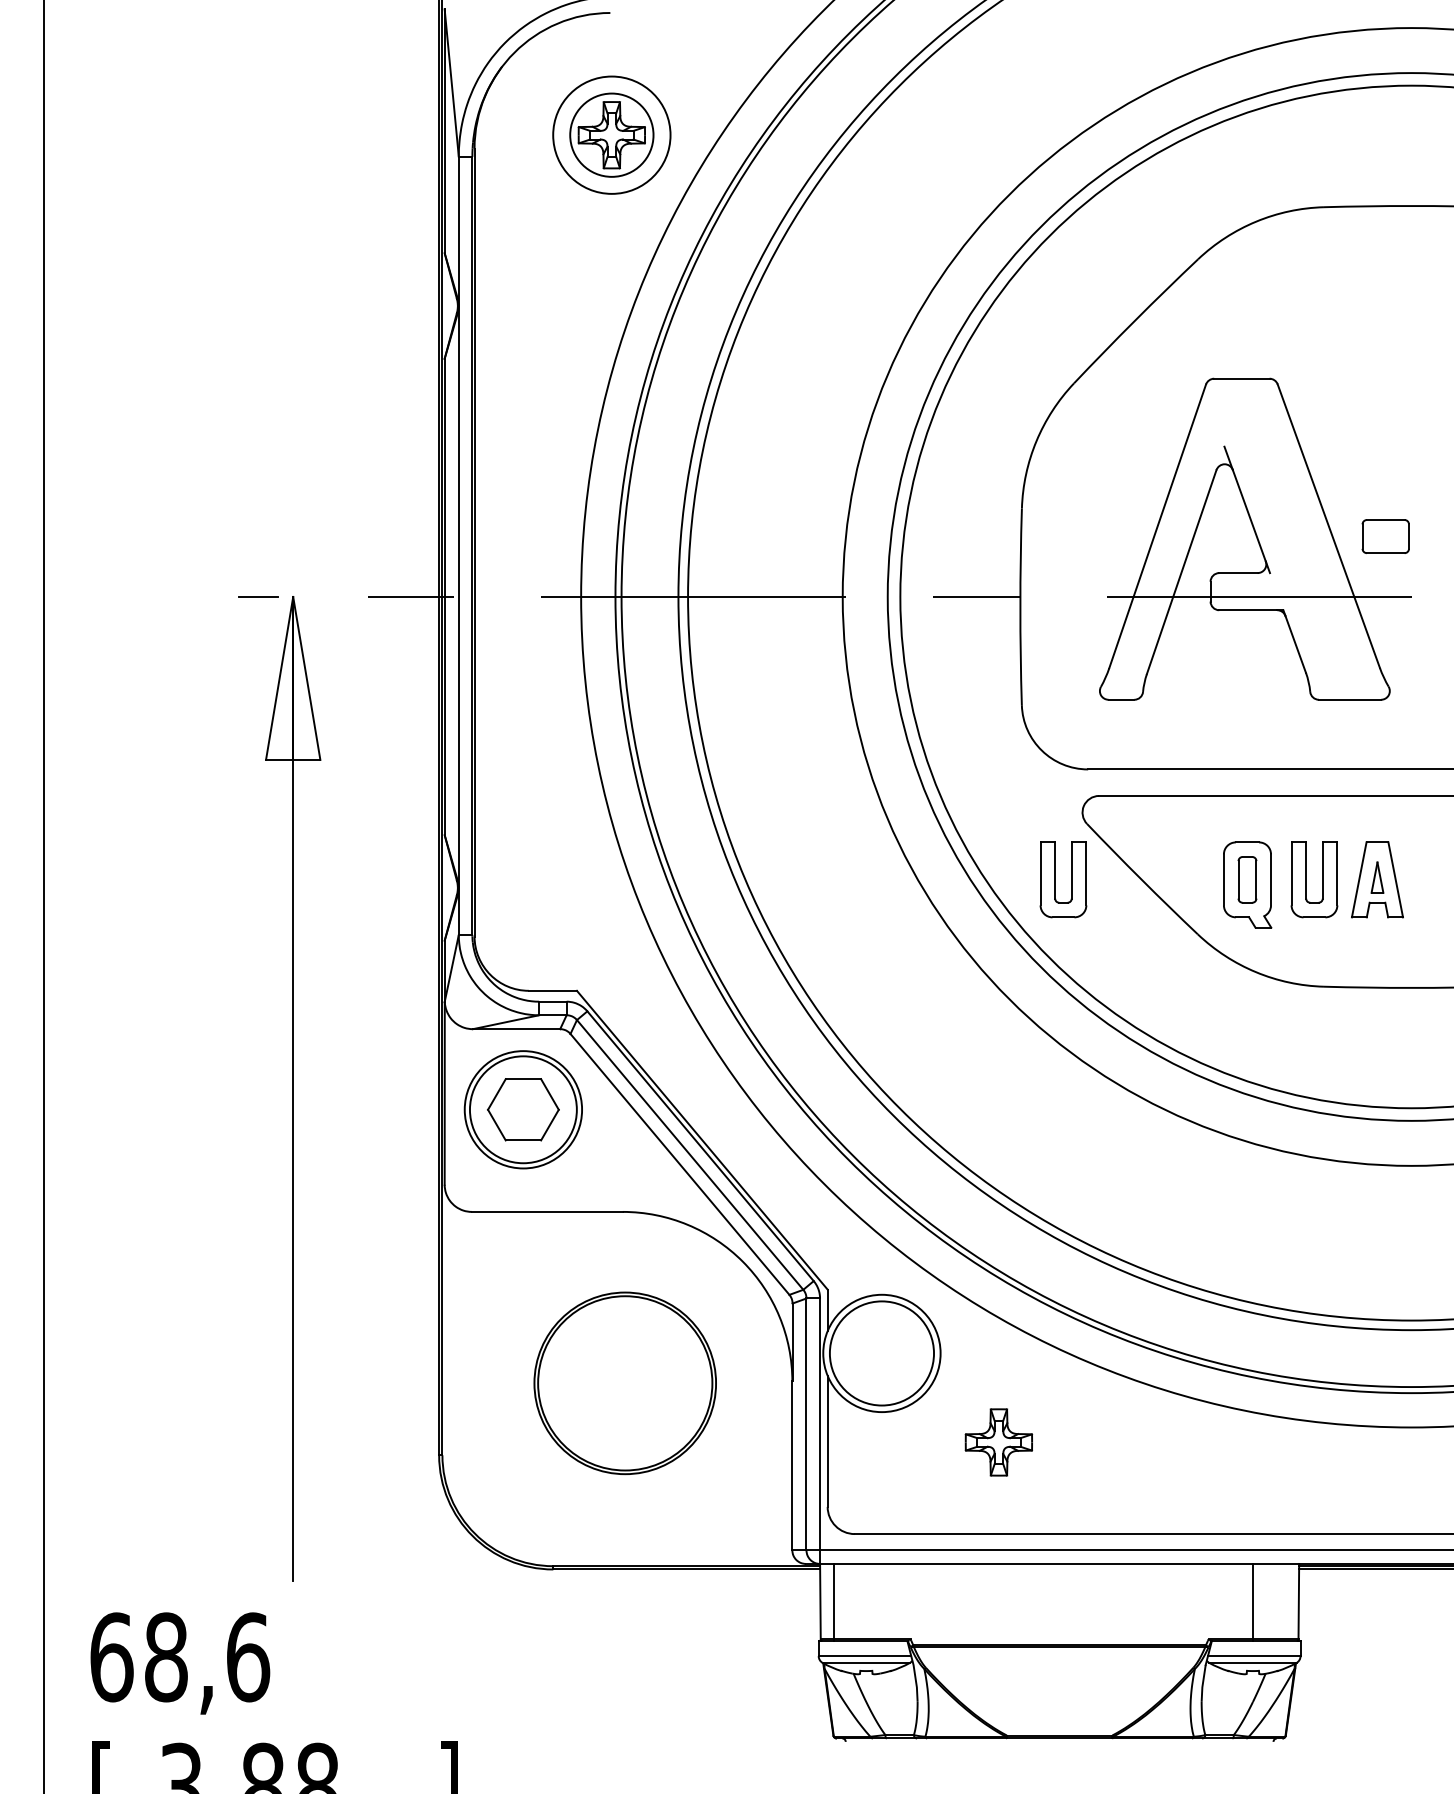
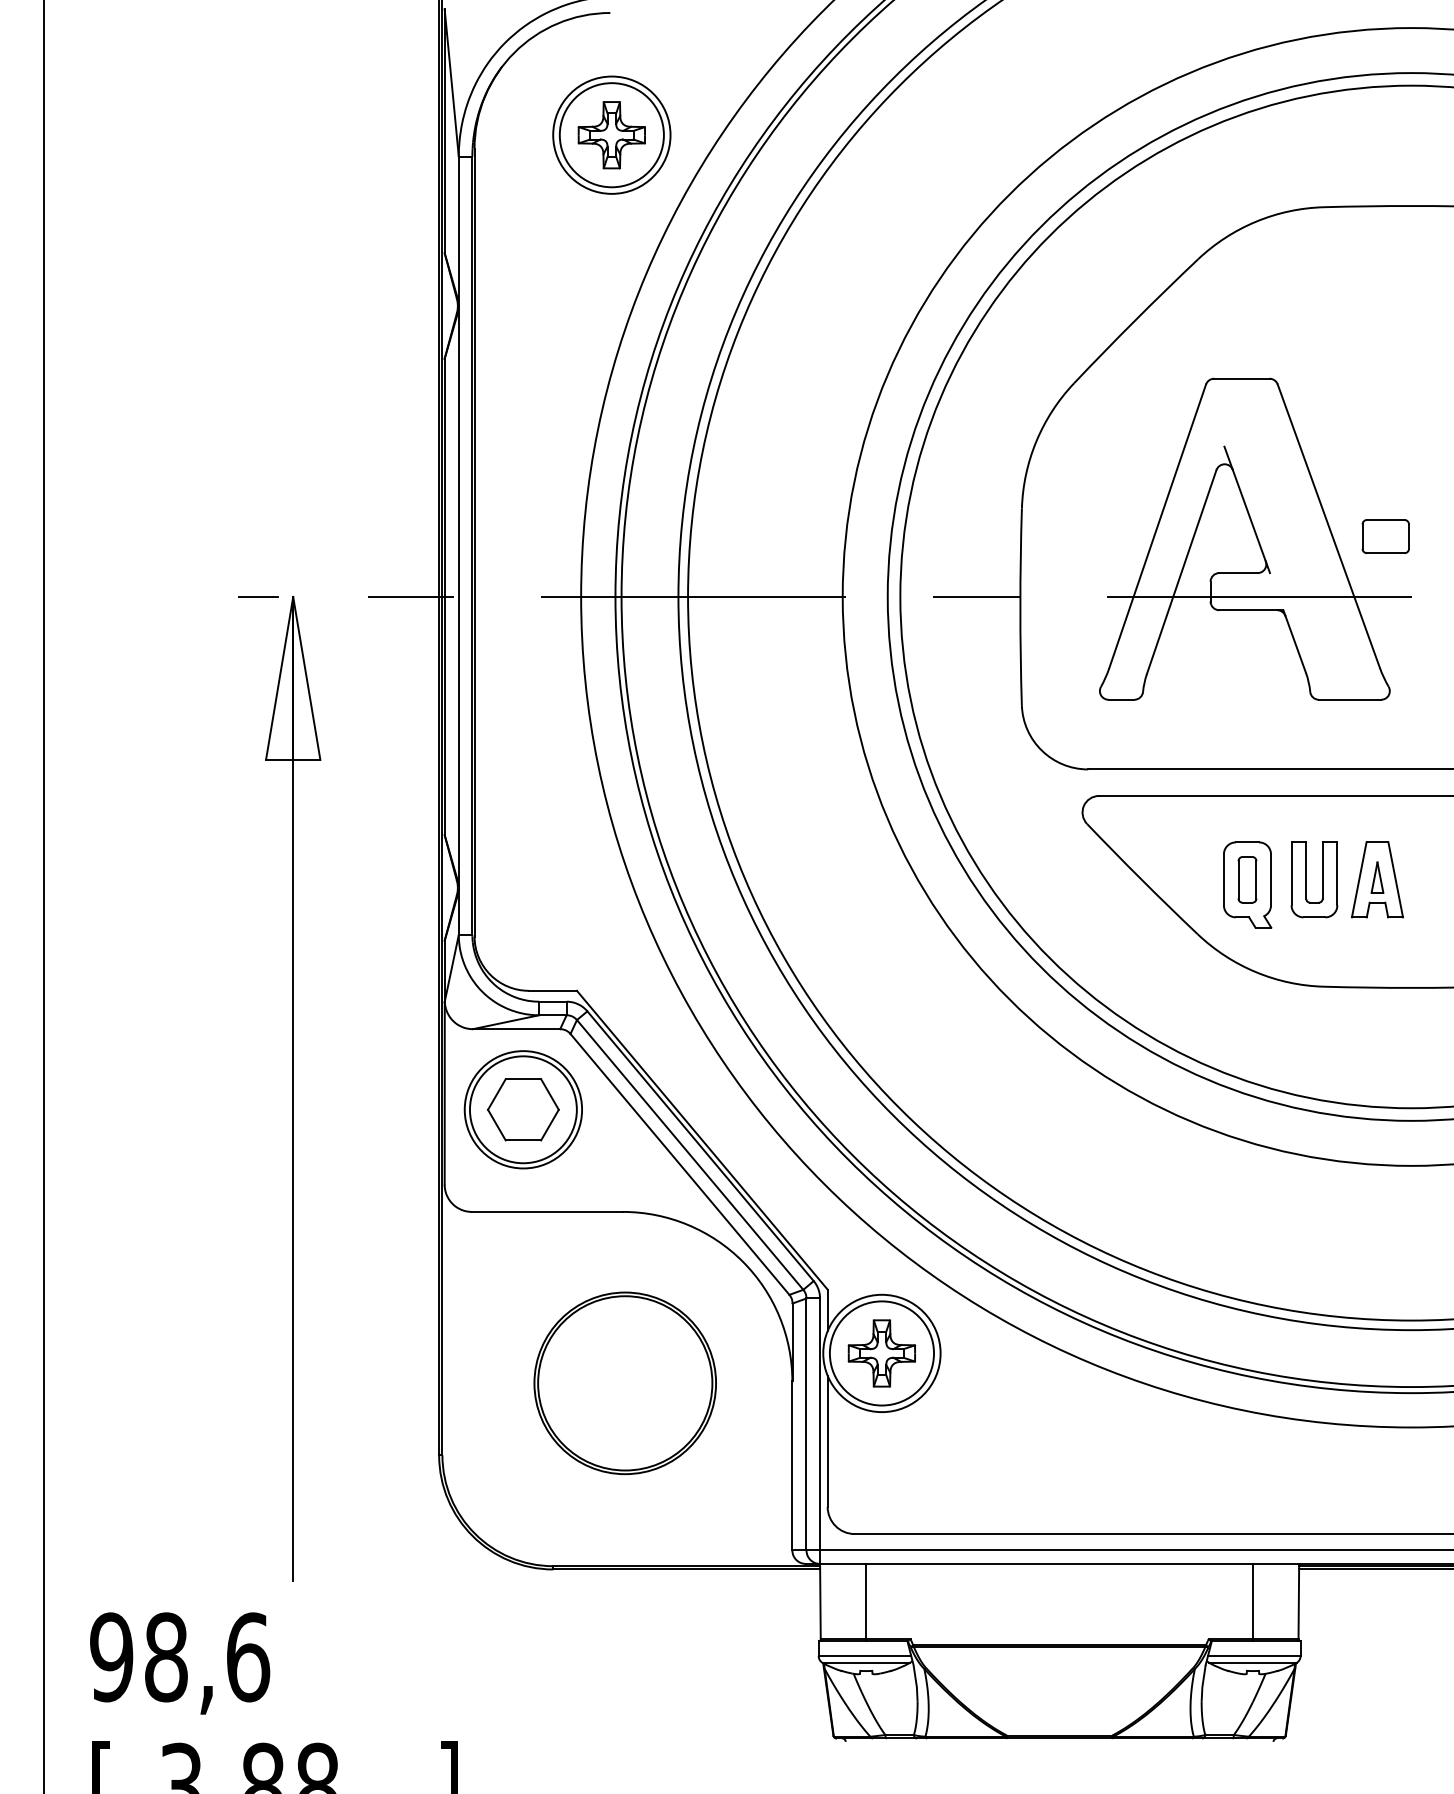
circle at (611, 134) diameter: 83 px -> 104 px
part at (1055, 879): present -> none
part at (998, 1442) position: (998, 1442) -> (881, 1353)
line at (834, 1601) position: (834, 1601) -> (866, 1601)
text at (111, 1657): 68,6 -> 98,6
